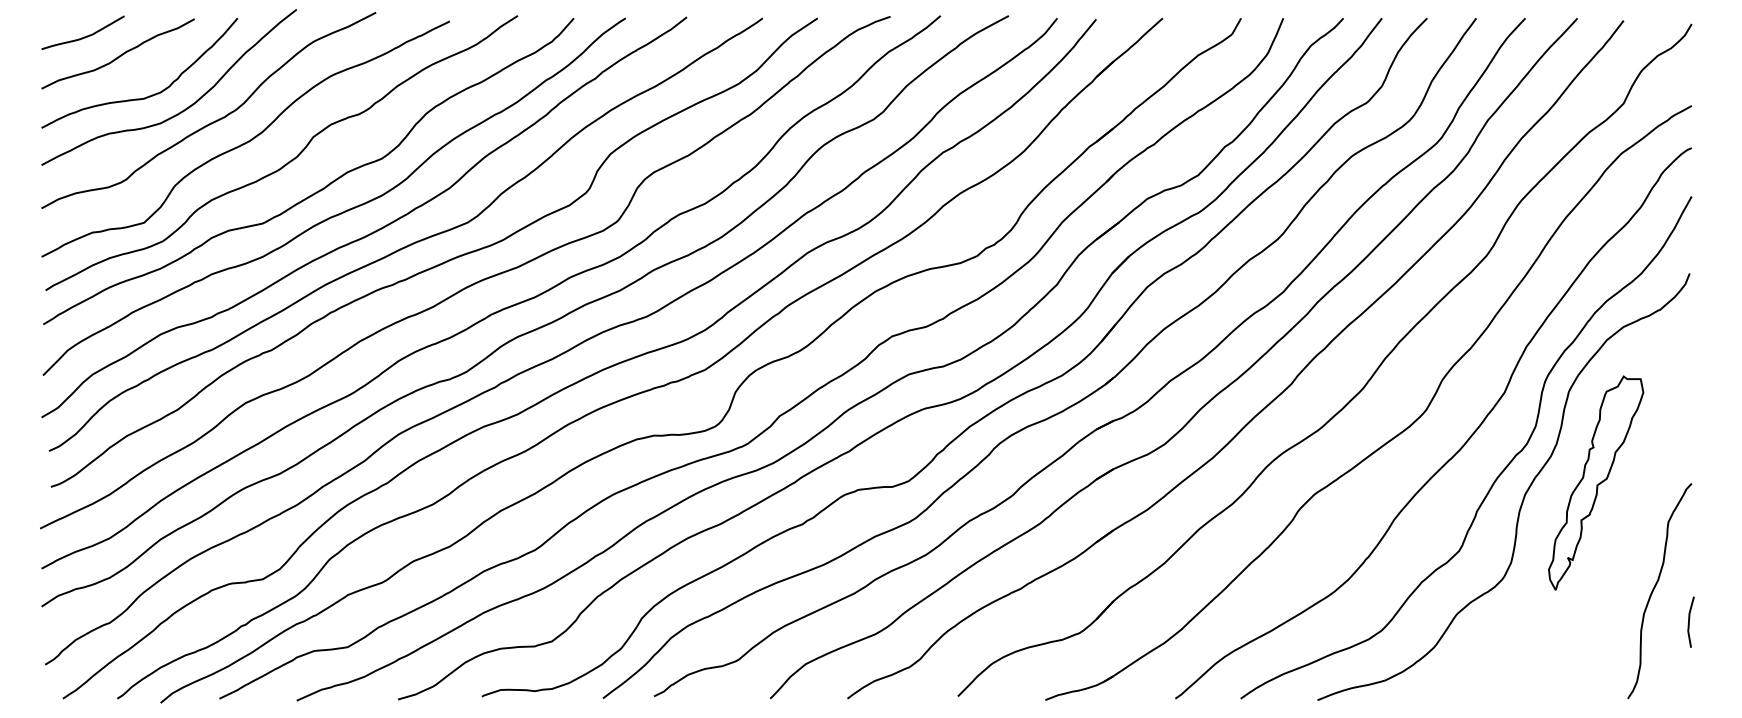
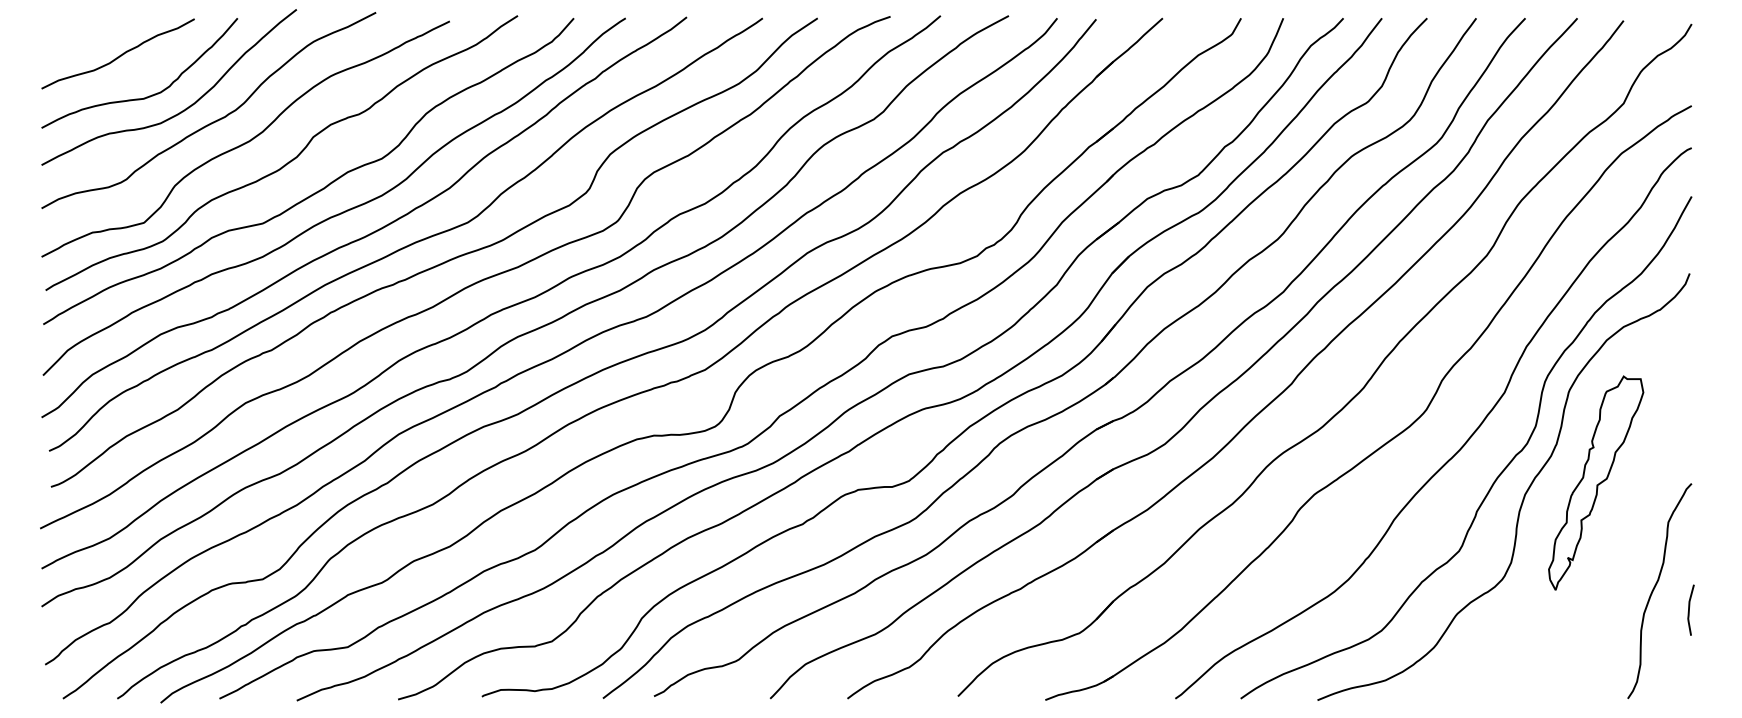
curve at (84, 36): present -> none
curve at (1689, 621) position: (1689, 621) -> (1689, 609)
